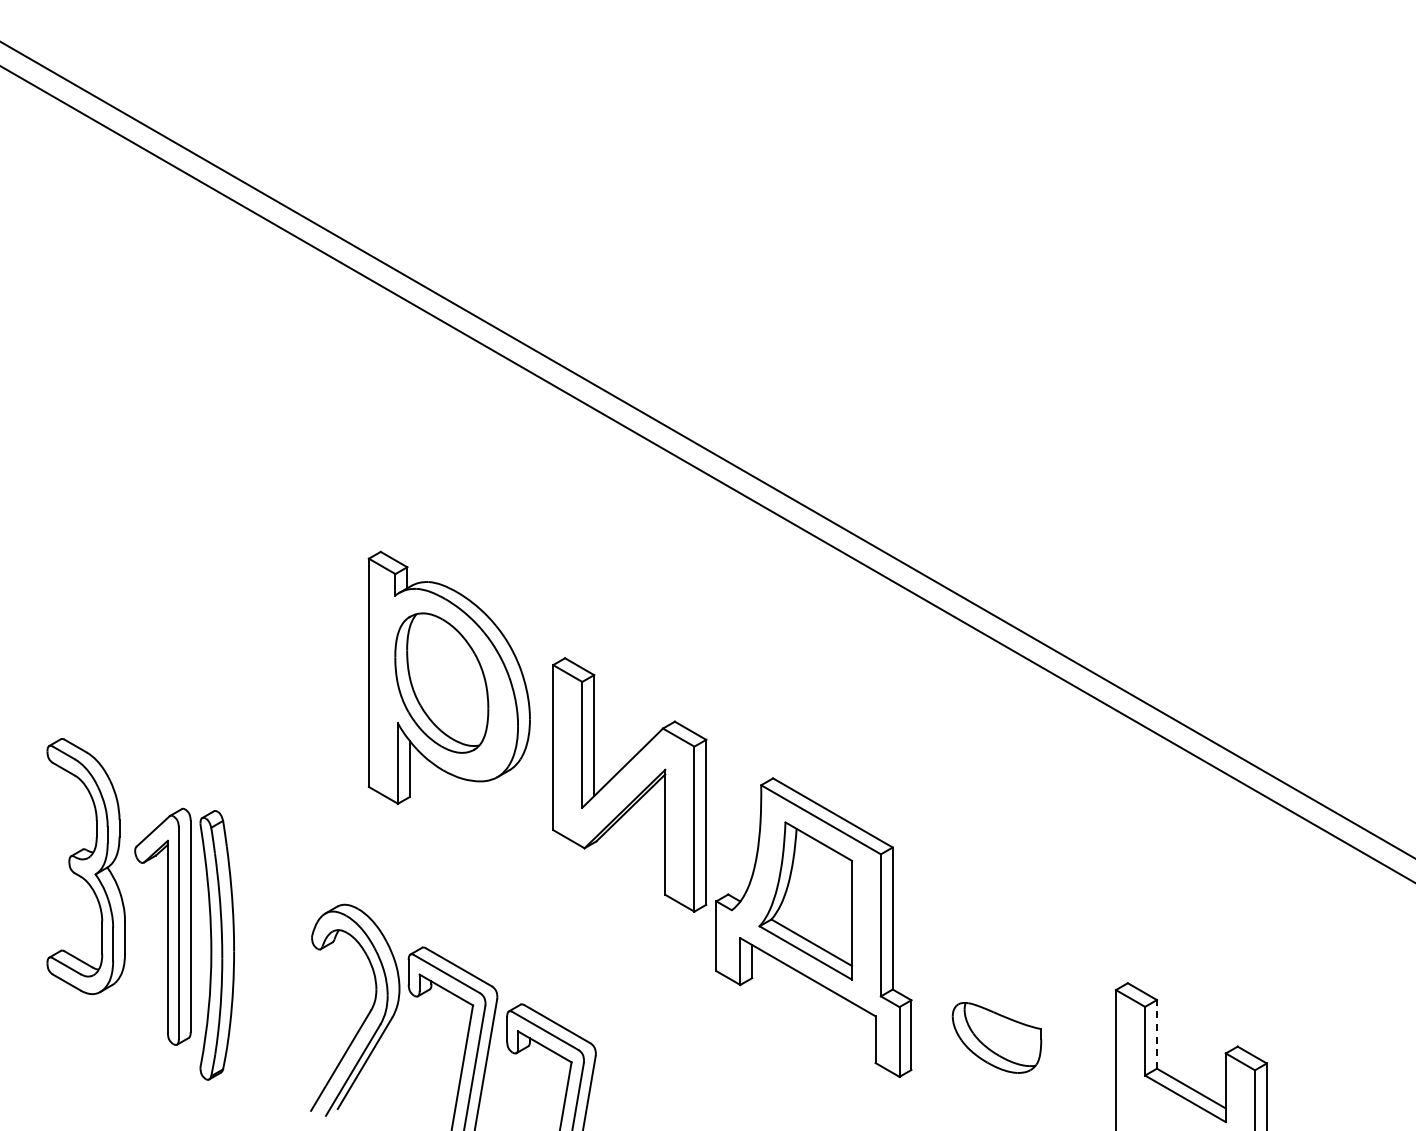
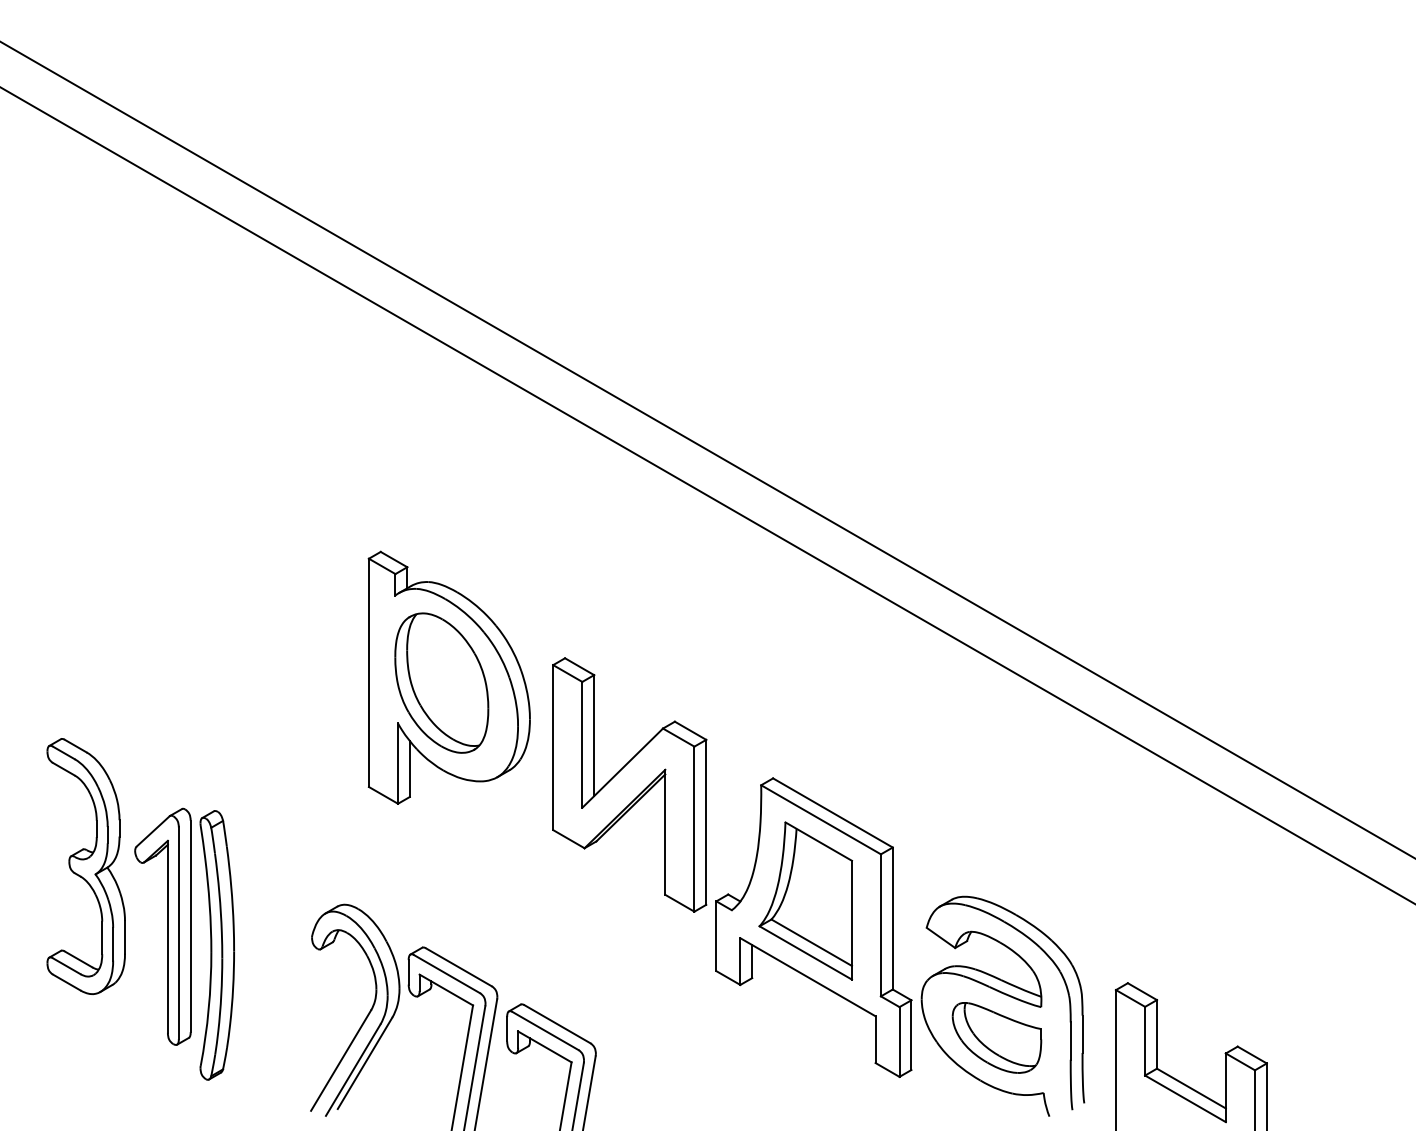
line at (707, 474) position: (707, 474) -> (707, 495)
part at (1005, 995): none -> present
line at (1156, 1033): dashed -> solid
